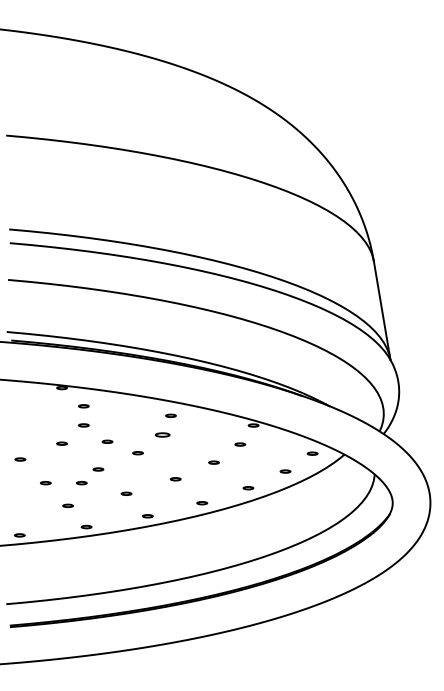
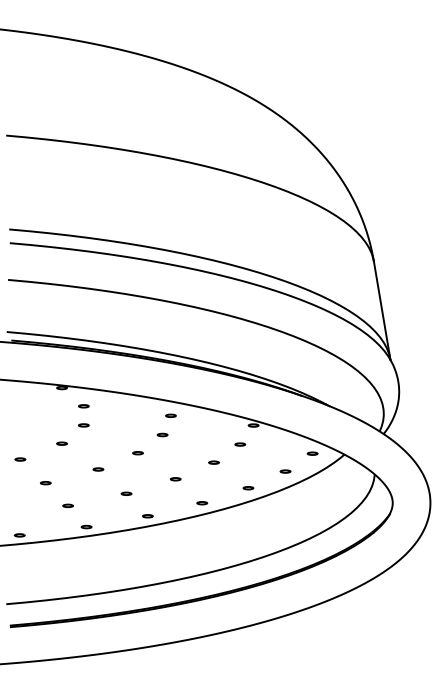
part at (162, 434) size: 16x6 px -> 13x6 px
part at (107, 441): present -> none
part at (81, 483): present -> none
